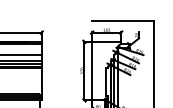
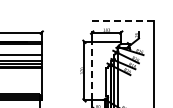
line at (122, 20): solid -> dashed
line at (92, 70): solid -> dashed
